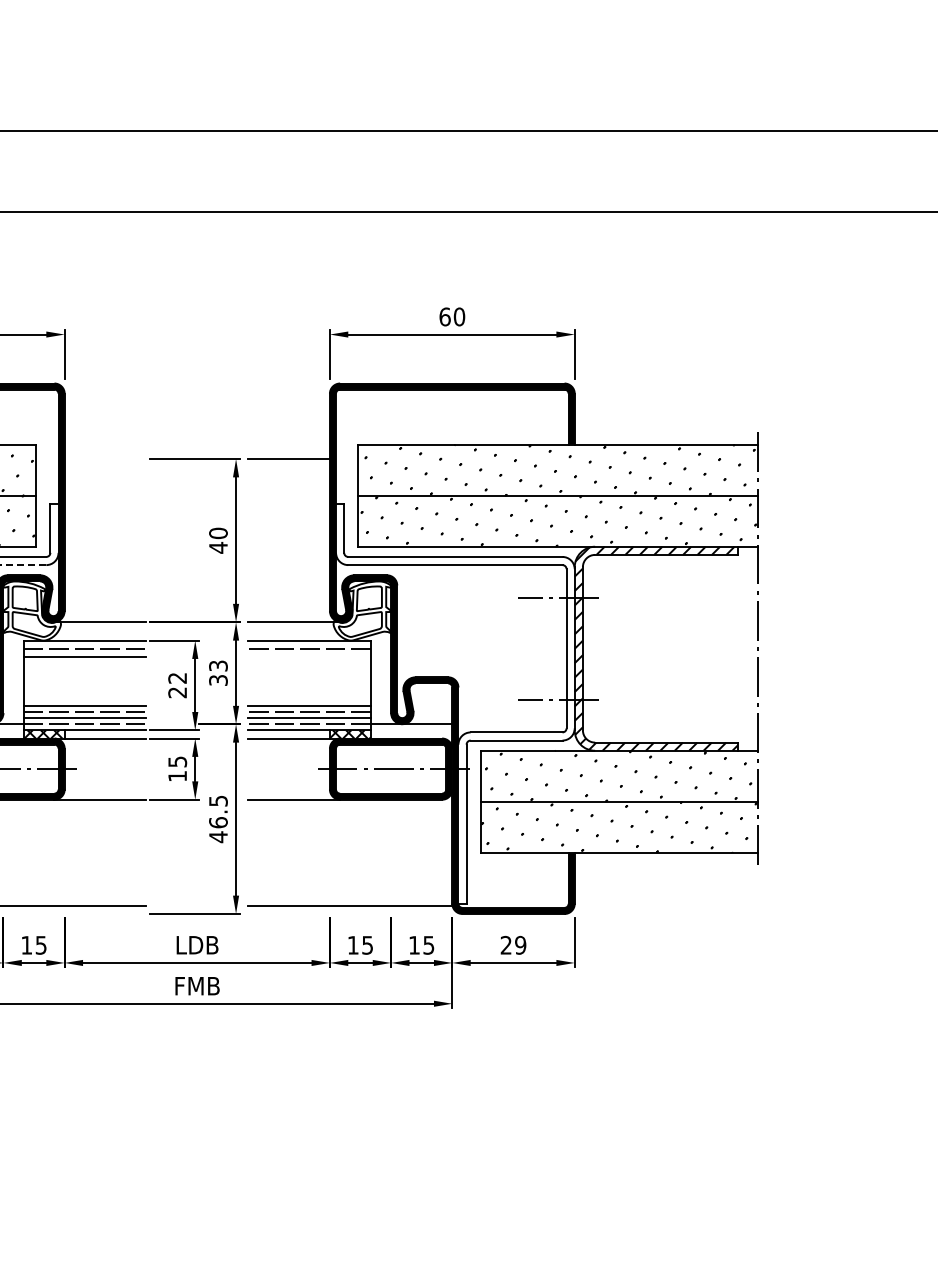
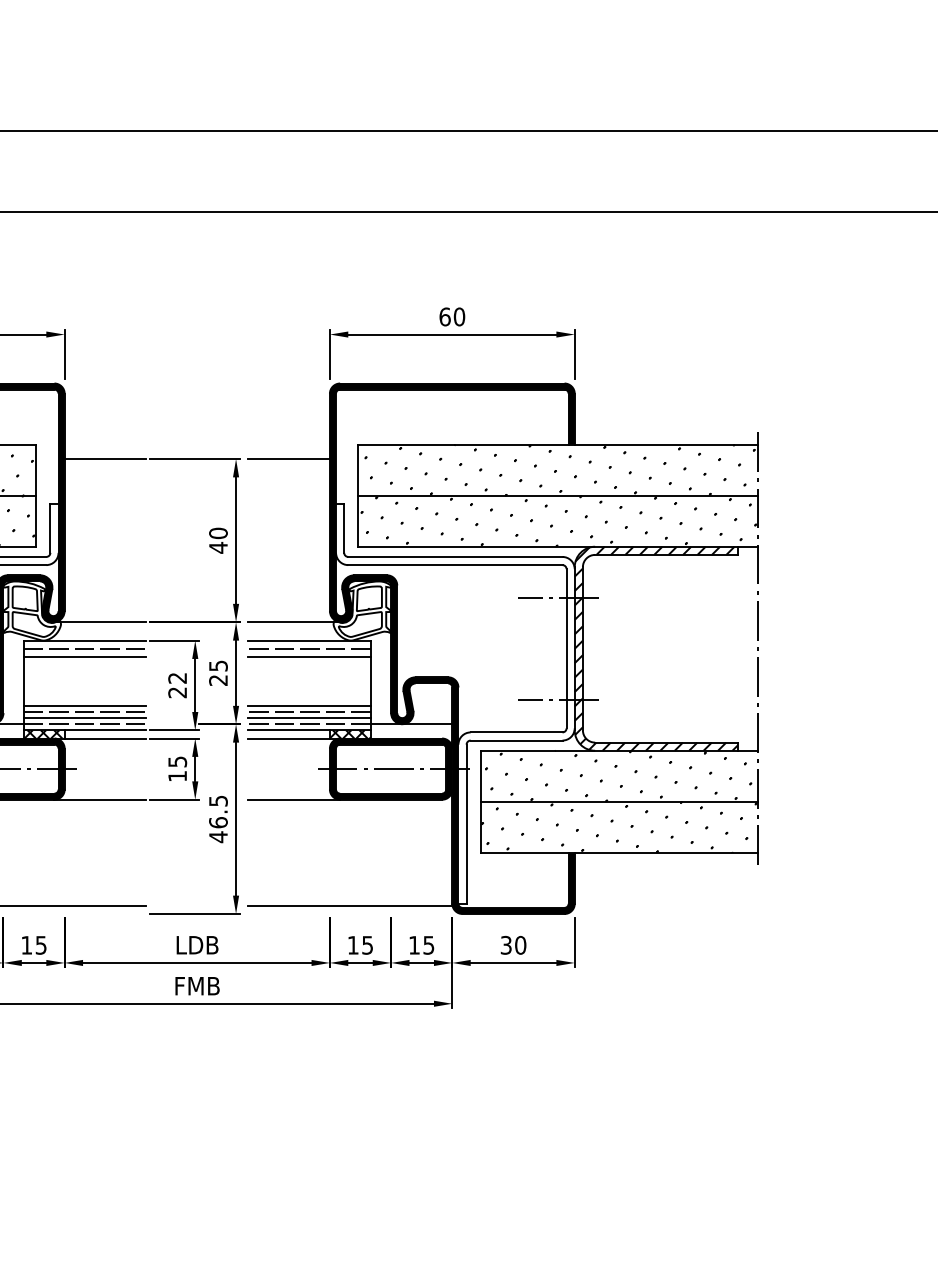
line at (105, 459): none -> present
line at (23, 565): dashed -> solid
line at (309, 656): none -> present
text at (218, 672): 33 -> 25
text at (513, 945): 29 -> 30
